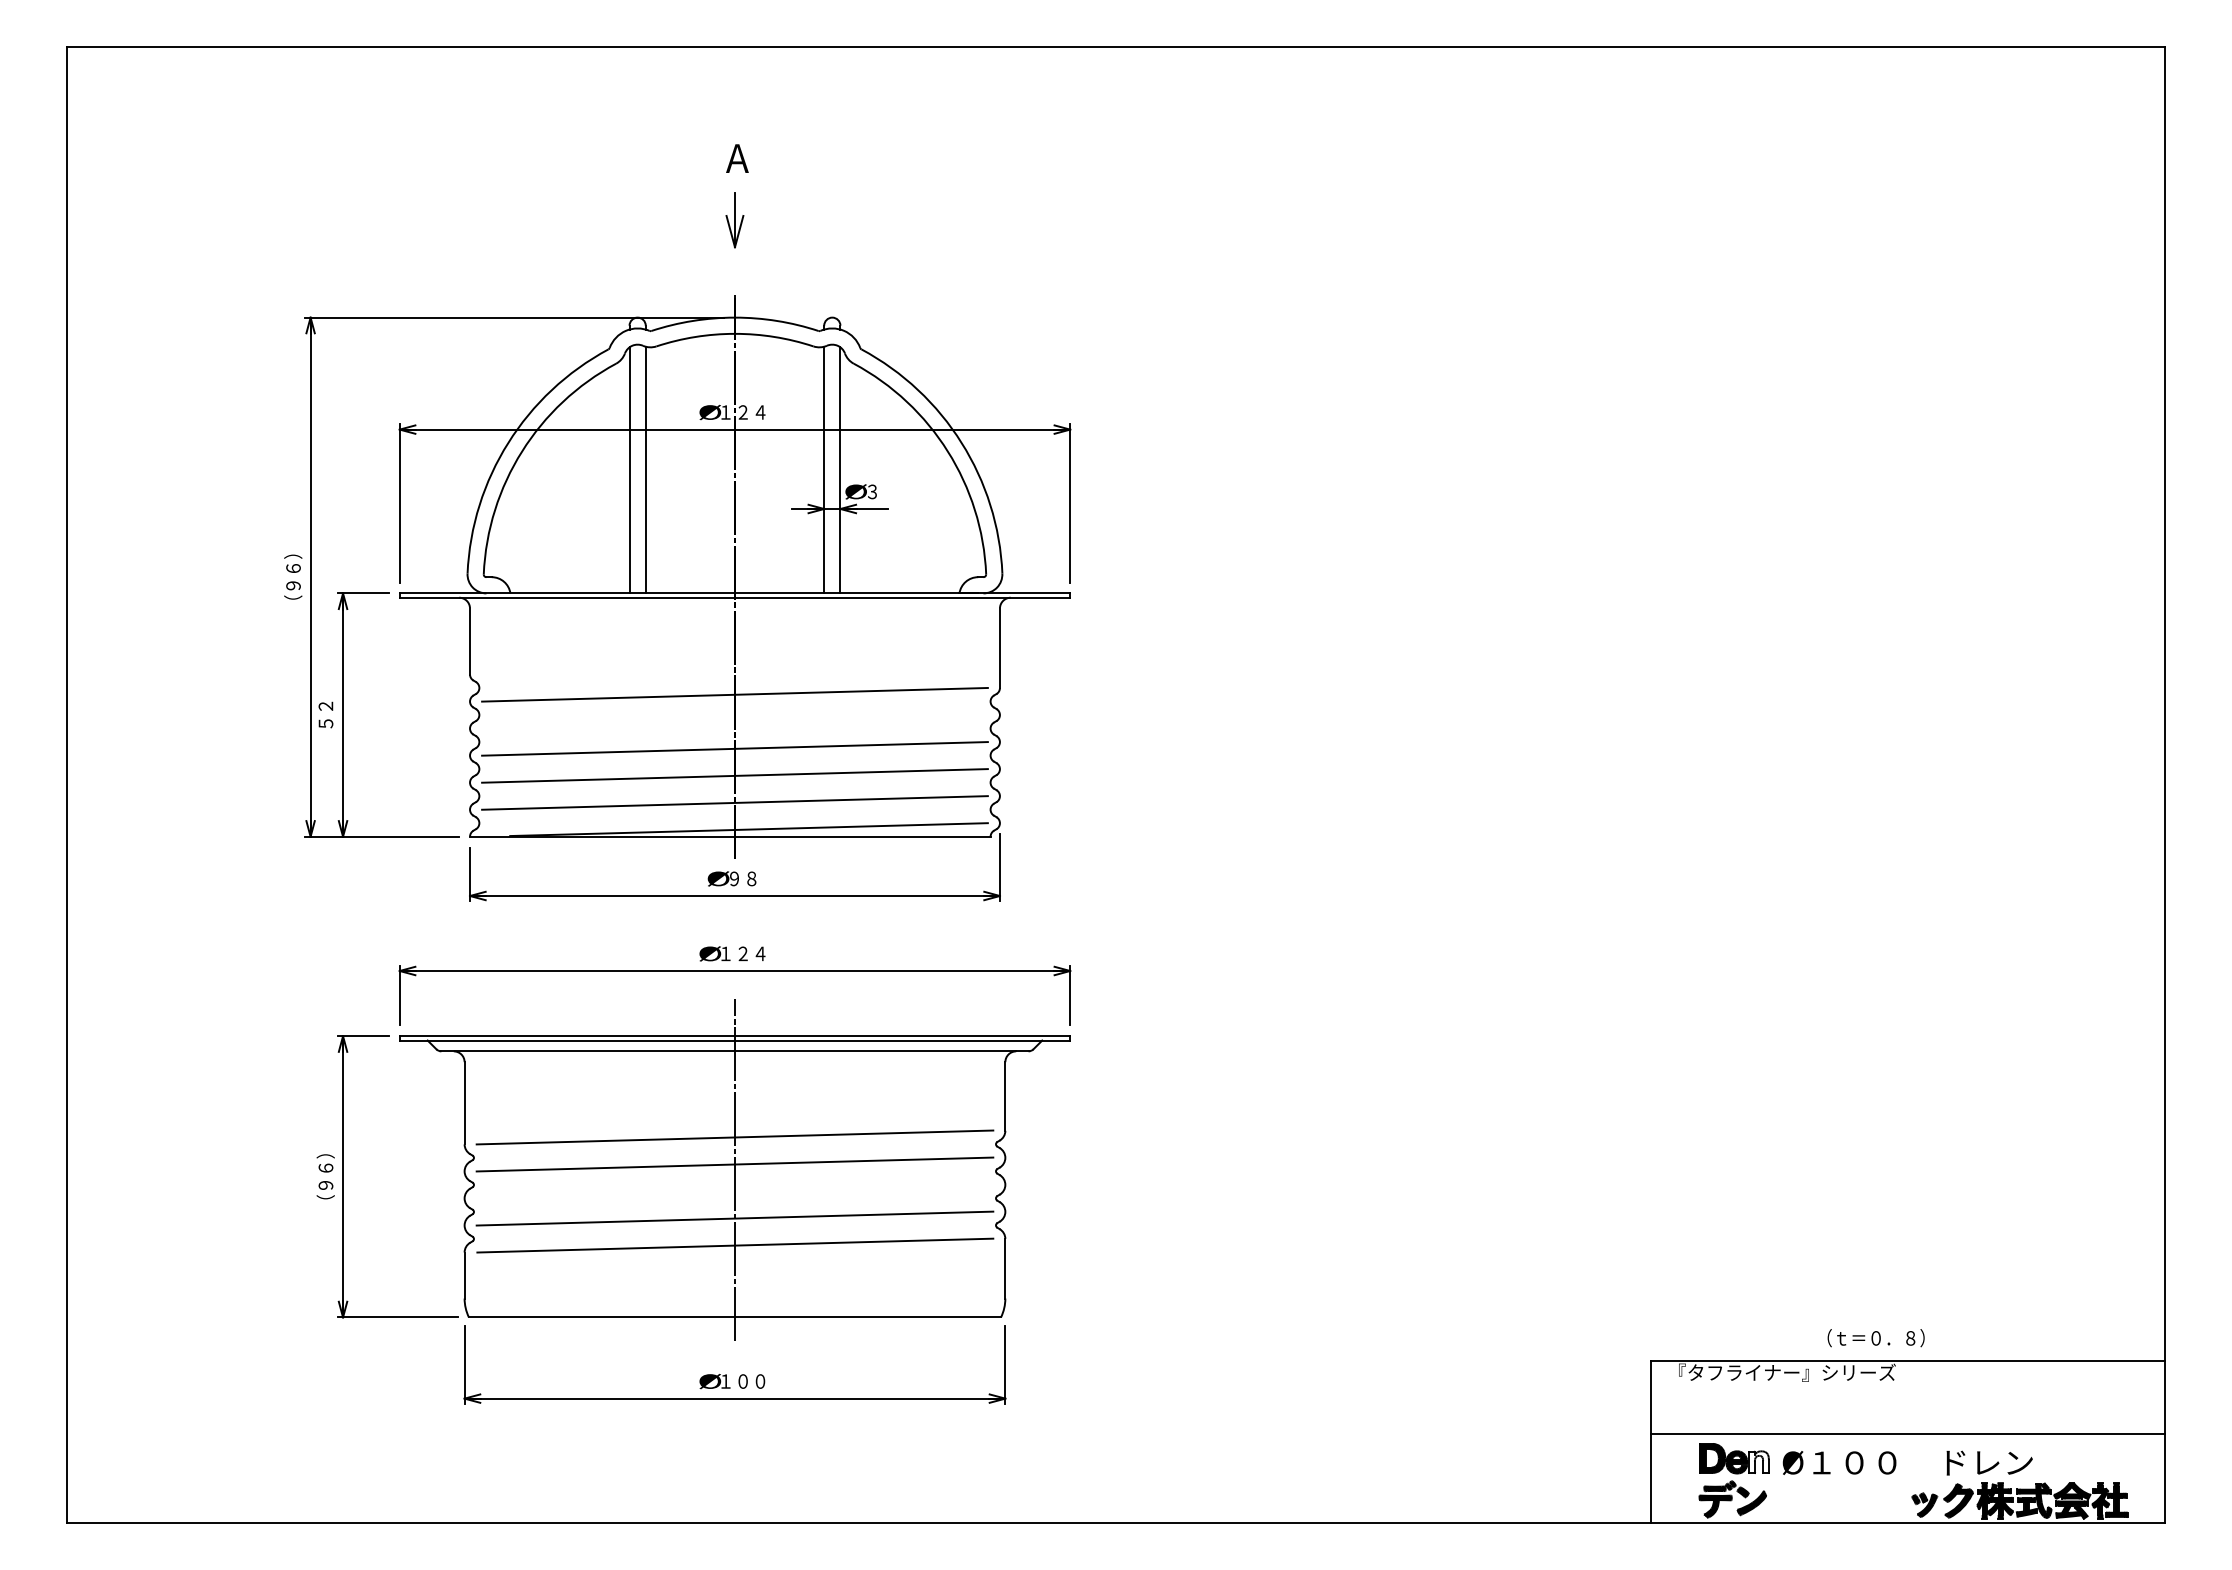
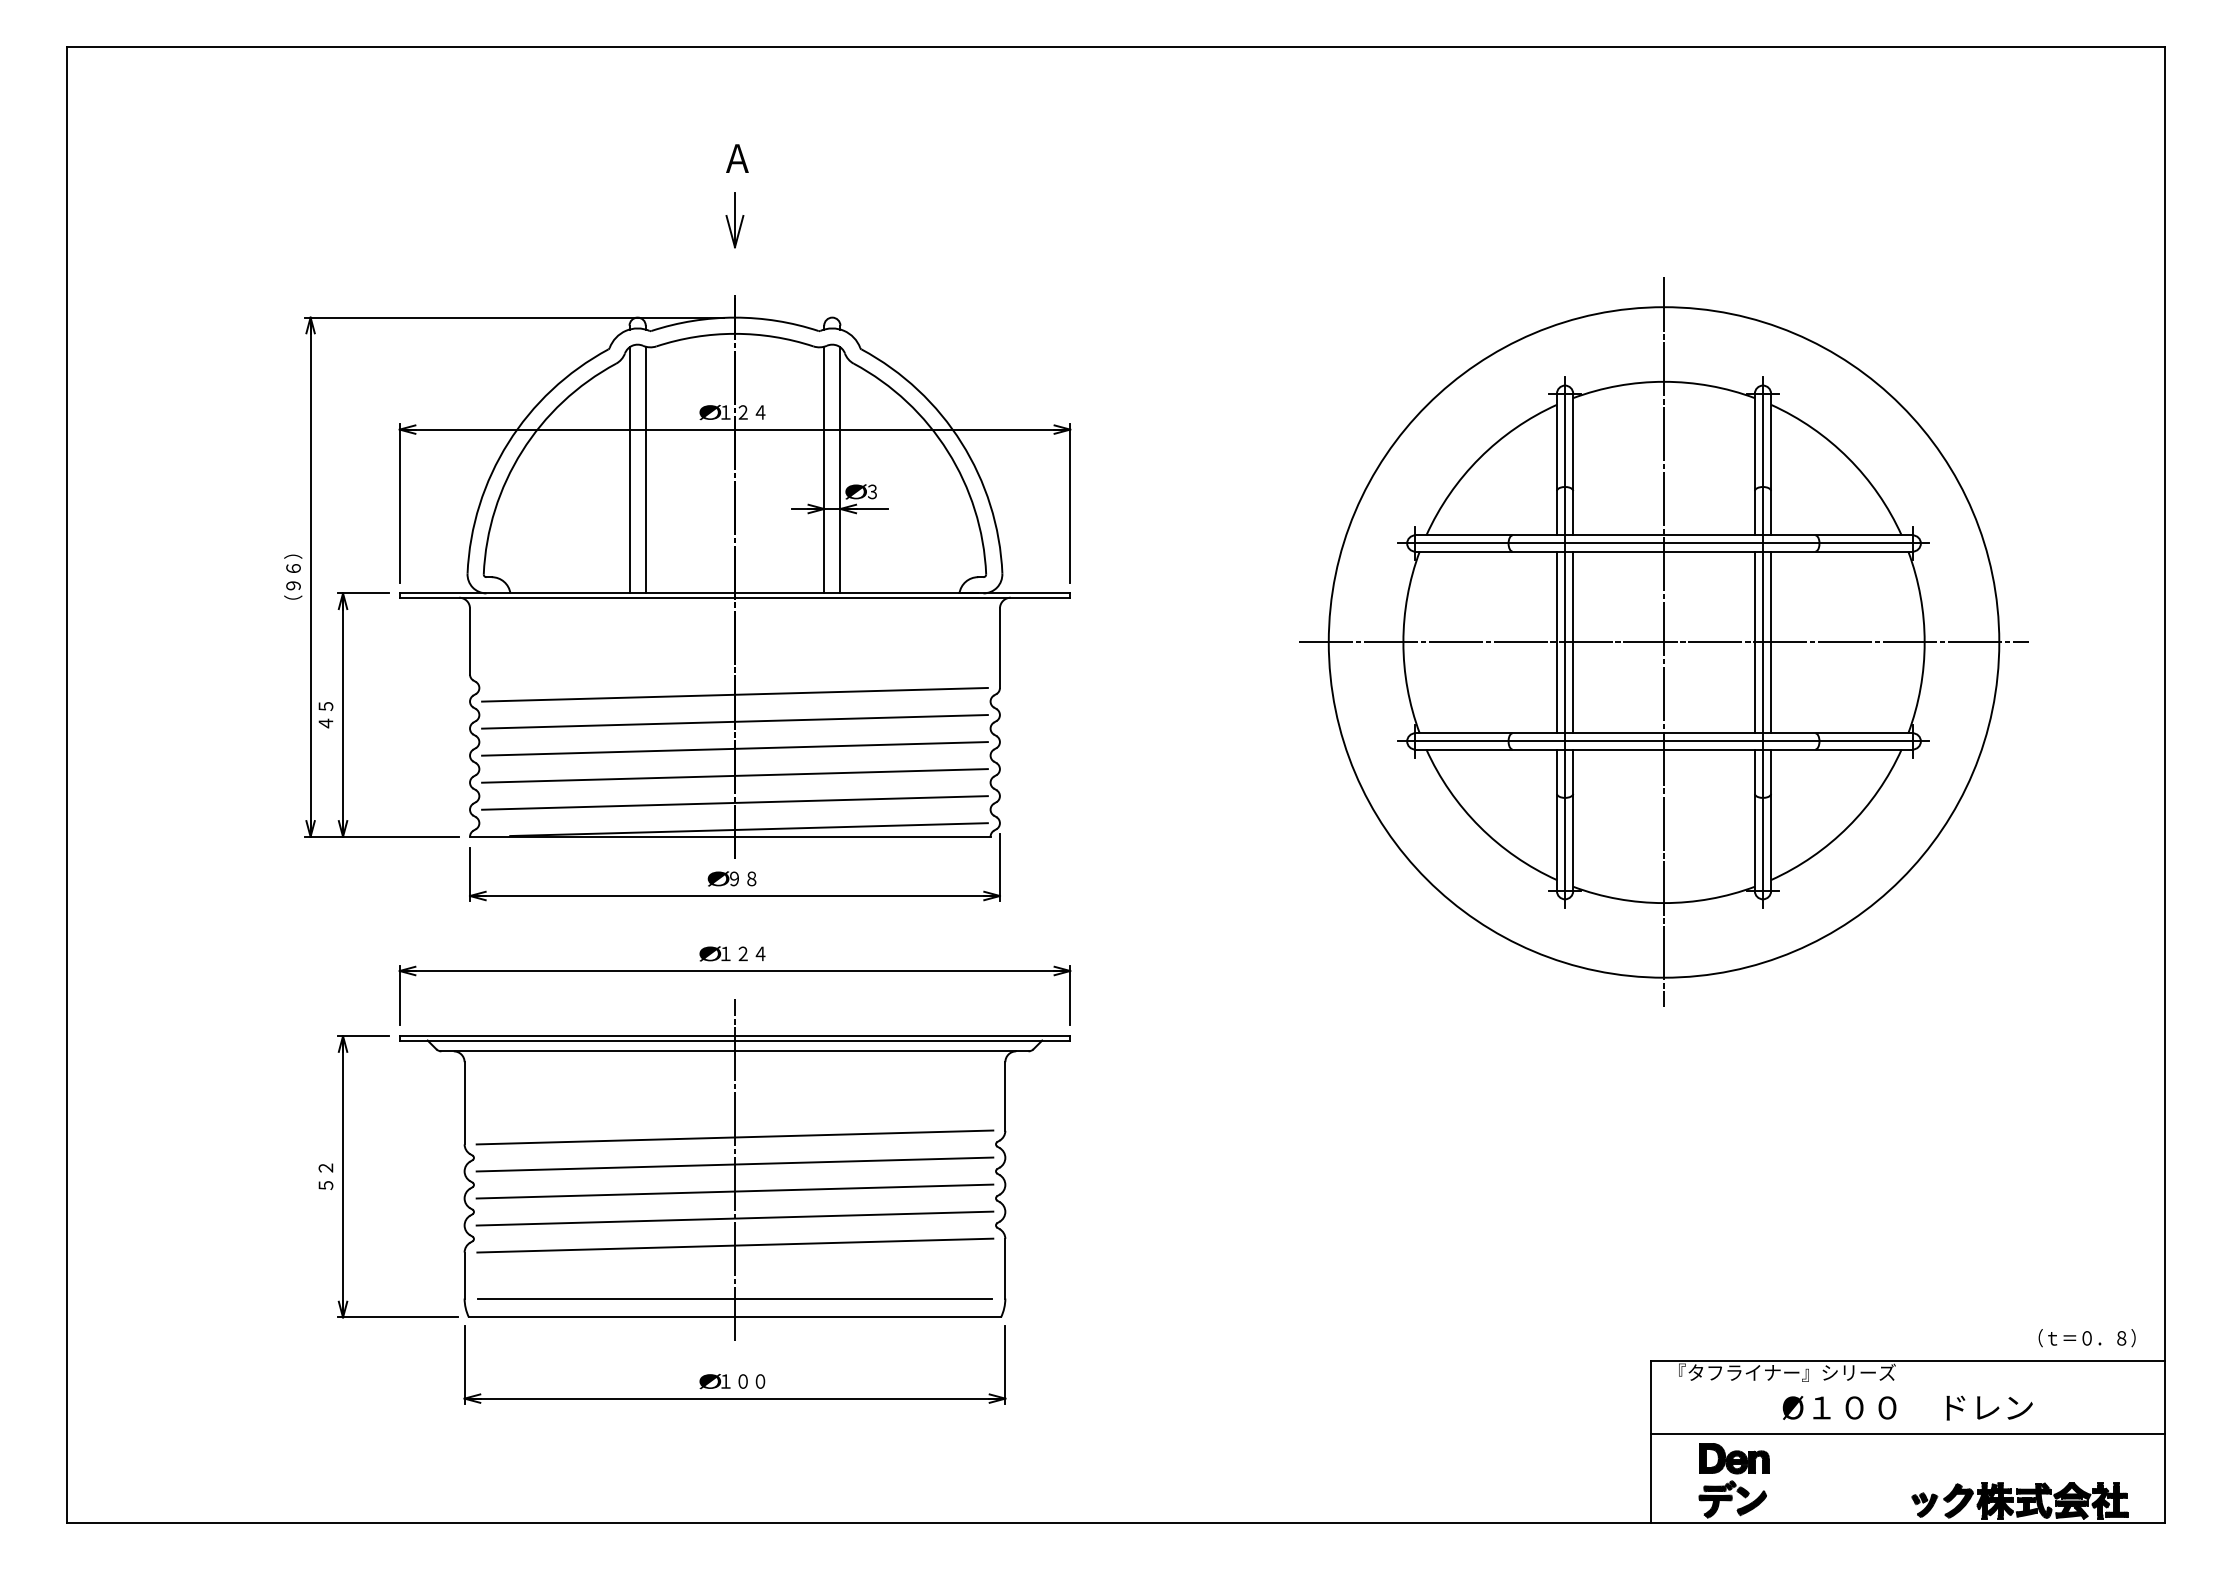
part at (1663, 641): none -> present
text at (325, 714): ５２ -> ４５
line at (734, 721): none -> present
text at (325, 1176): （９６） -> ５２
line at (734, 1191): none -> present
line at (734, 1298): none -> present
text at (1875, 1338) position: (1875, 1338) -> (2086, 1338)
fill at (1758, 1461): none -> present
text at (1907, 1462) position: (1907, 1462) -> (1907, 1407)
